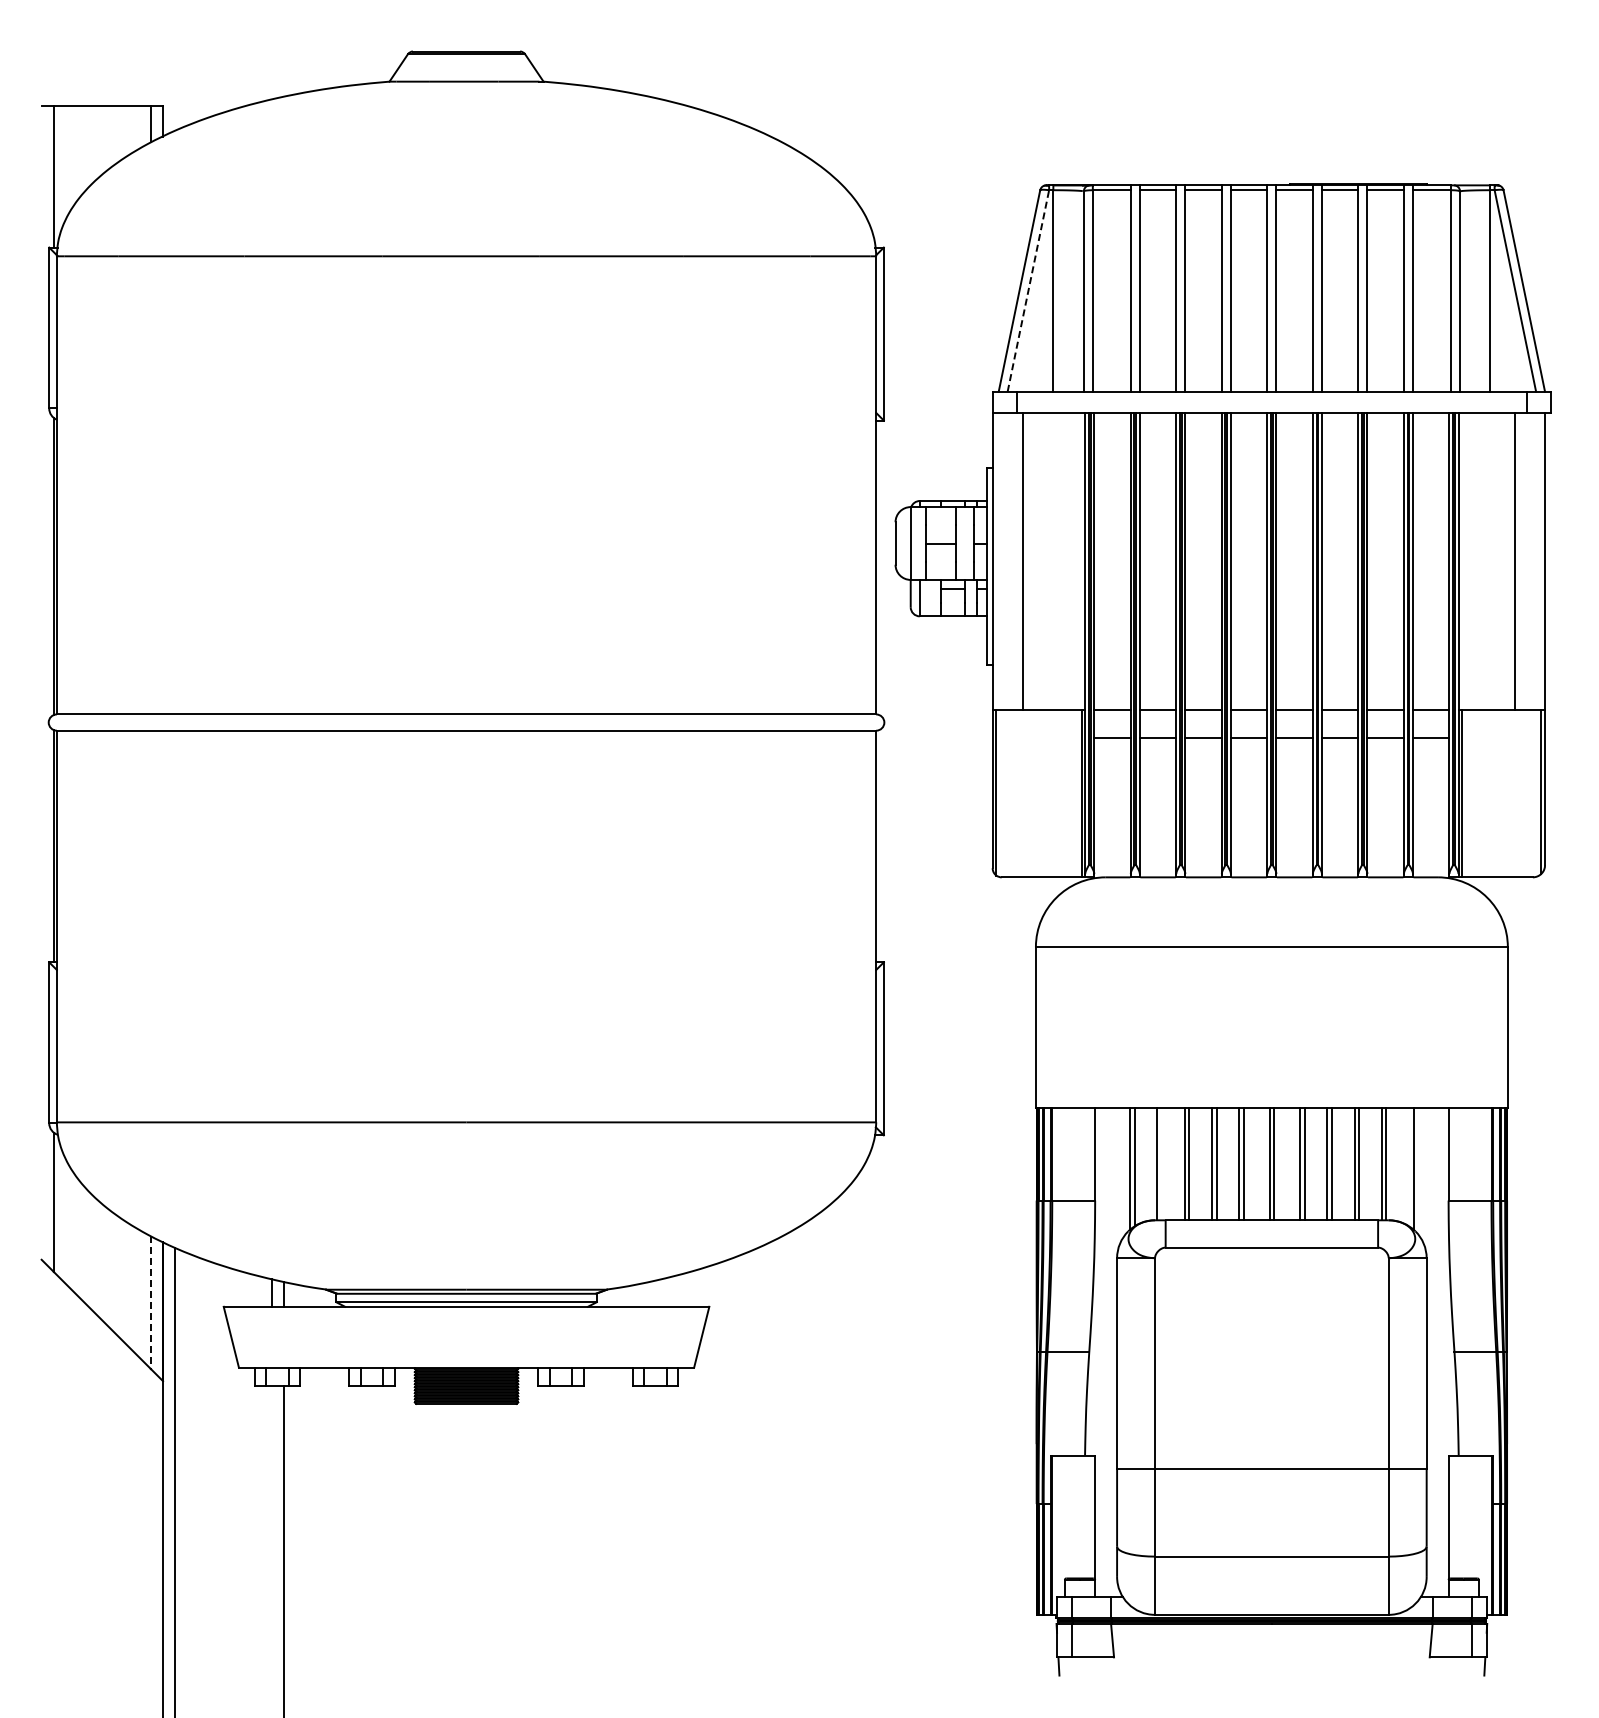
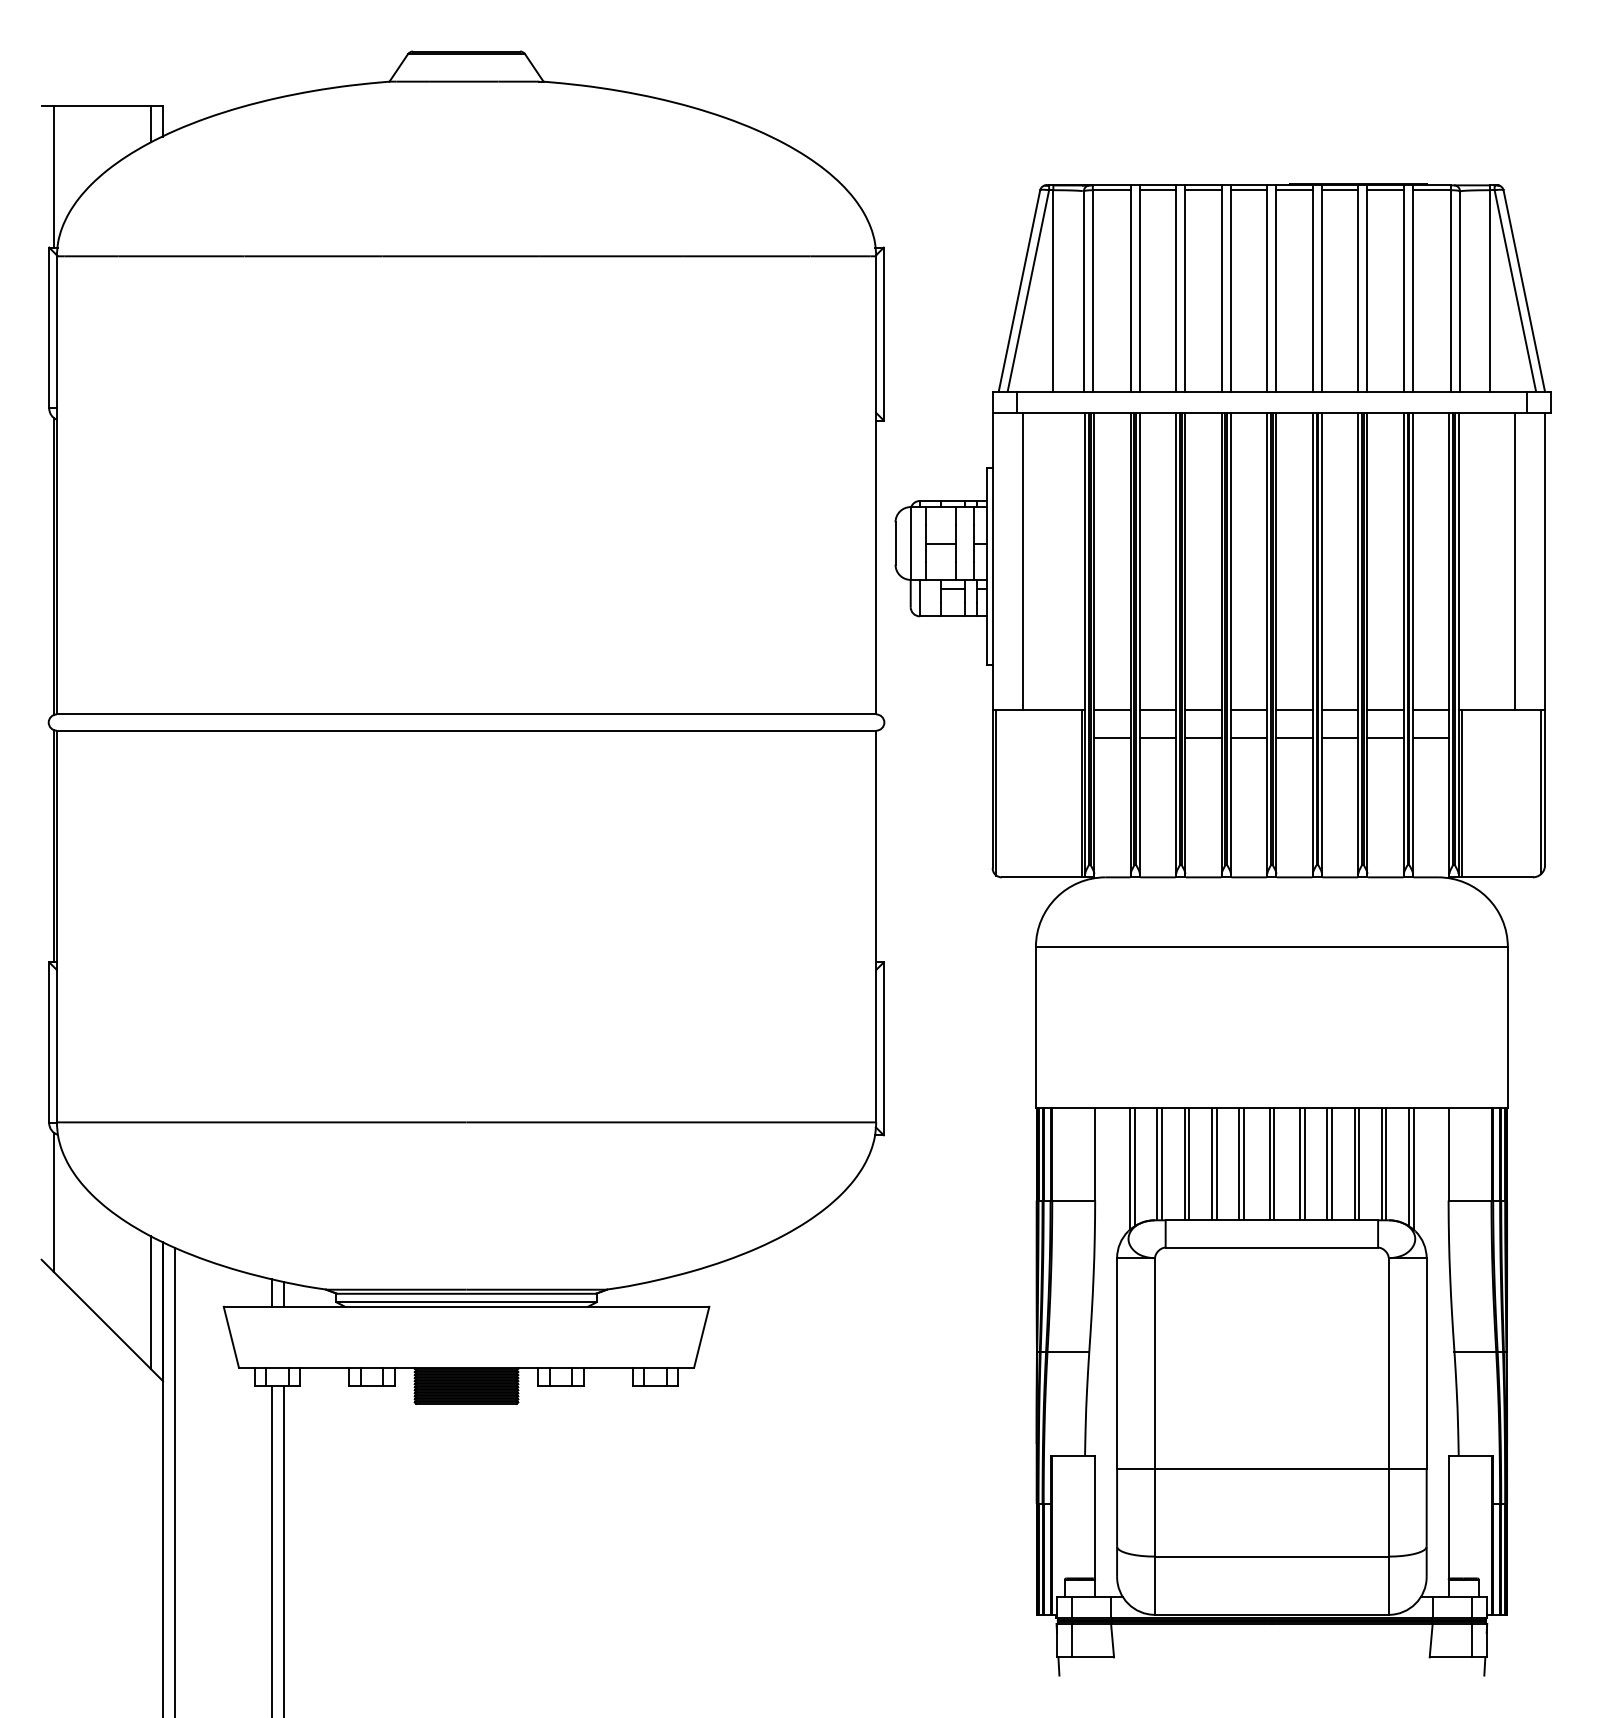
line at (1028, 290): dashed -> solid
line at (1161, 1164): none -> present
line at (1409, 1167): none -> present
line at (150, 1303): dashed -> solid
line at (272, 1549): none -> present
